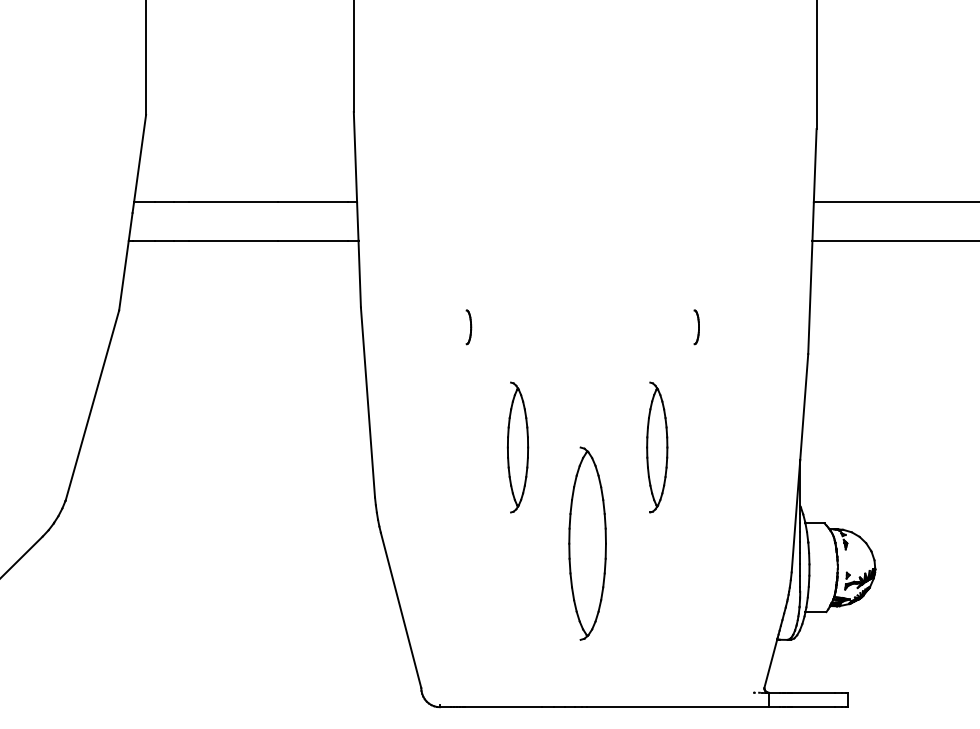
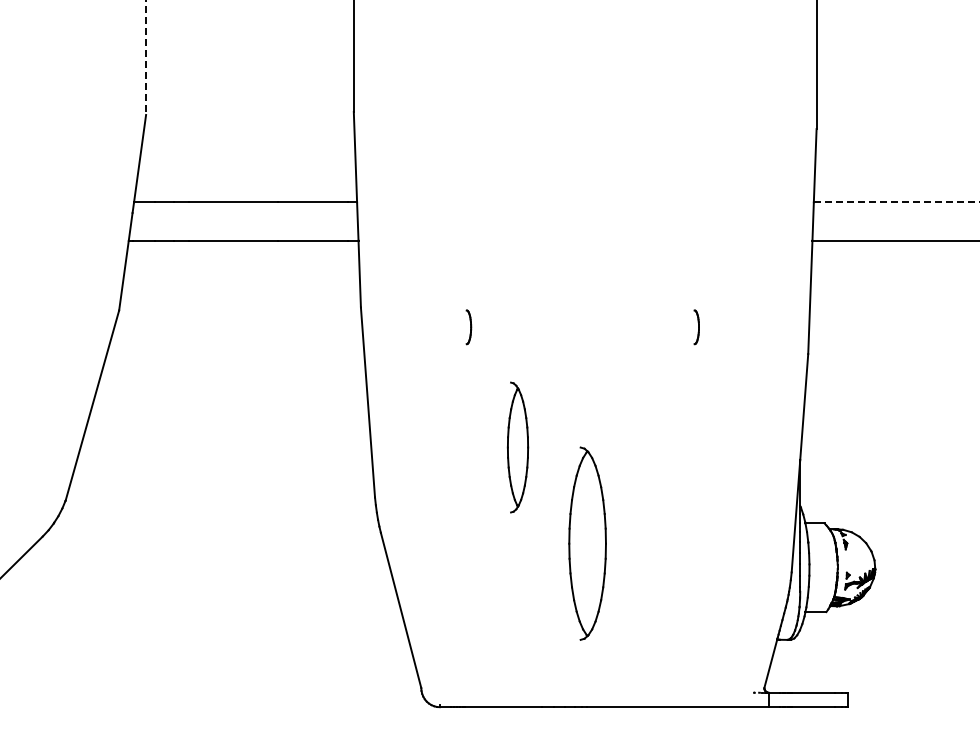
line at (146, 58): solid -> dashed
line at (896, 202): solid -> dashed
part at (657, 447): present -> none
